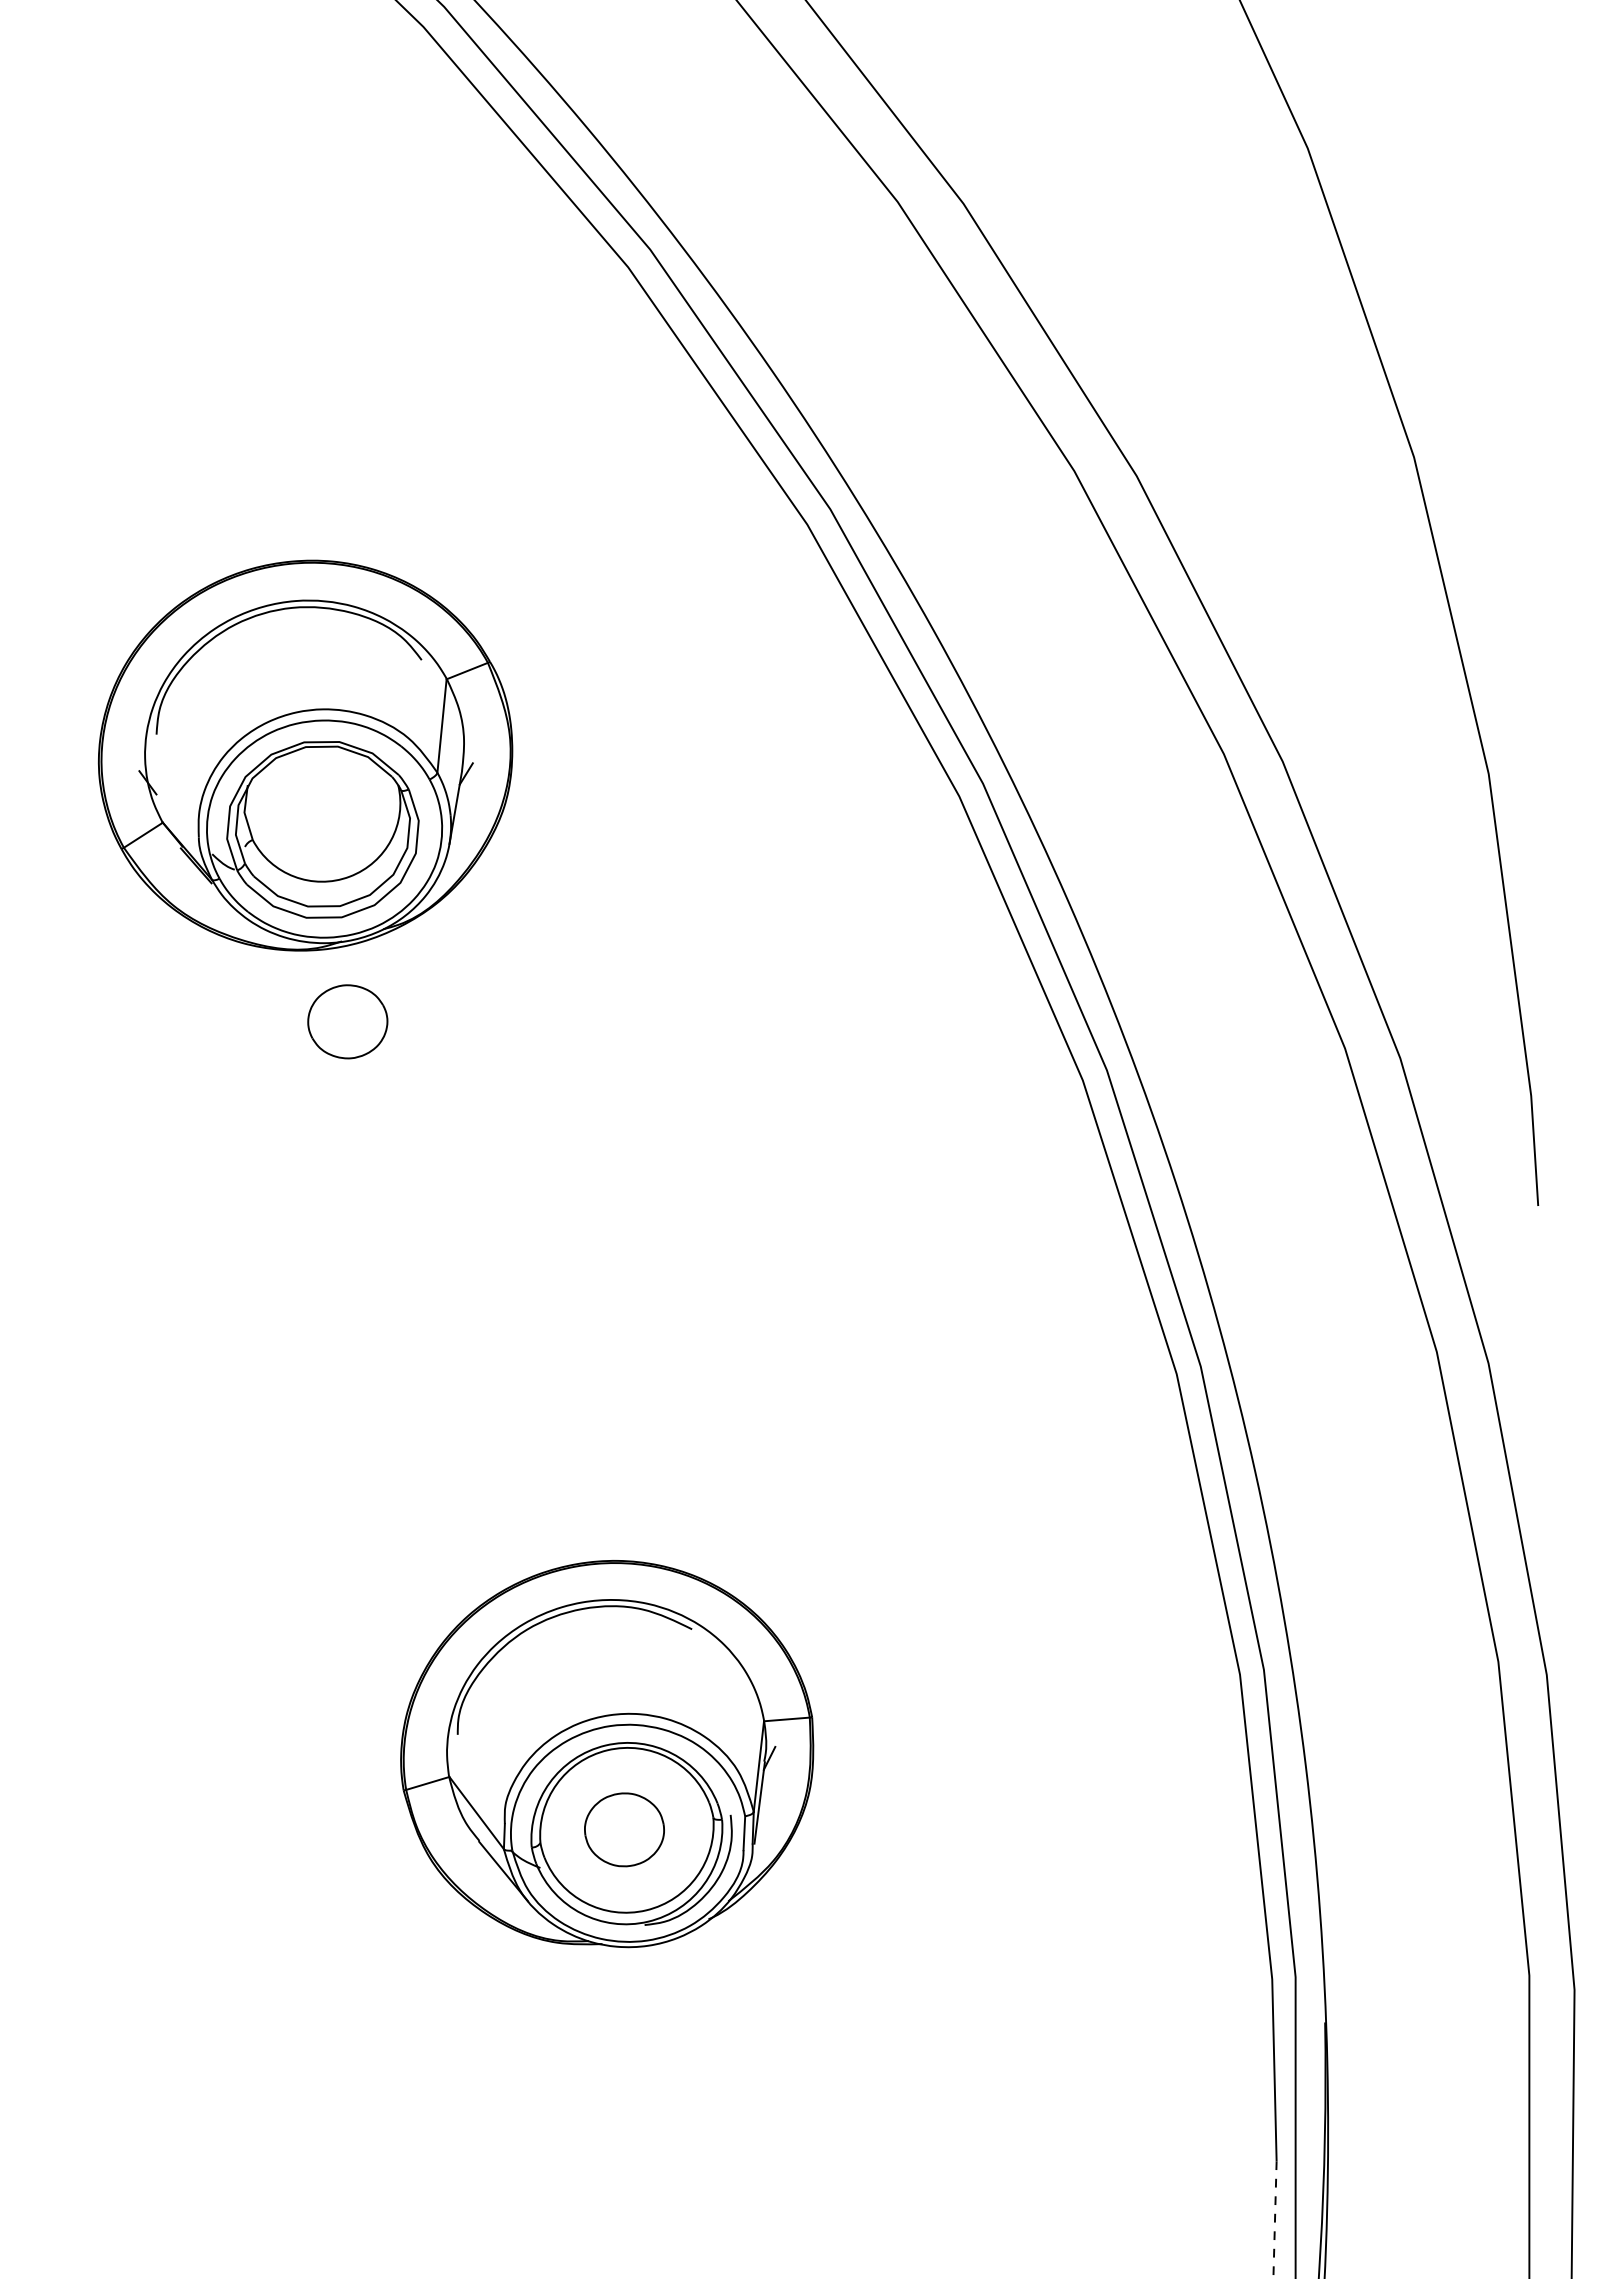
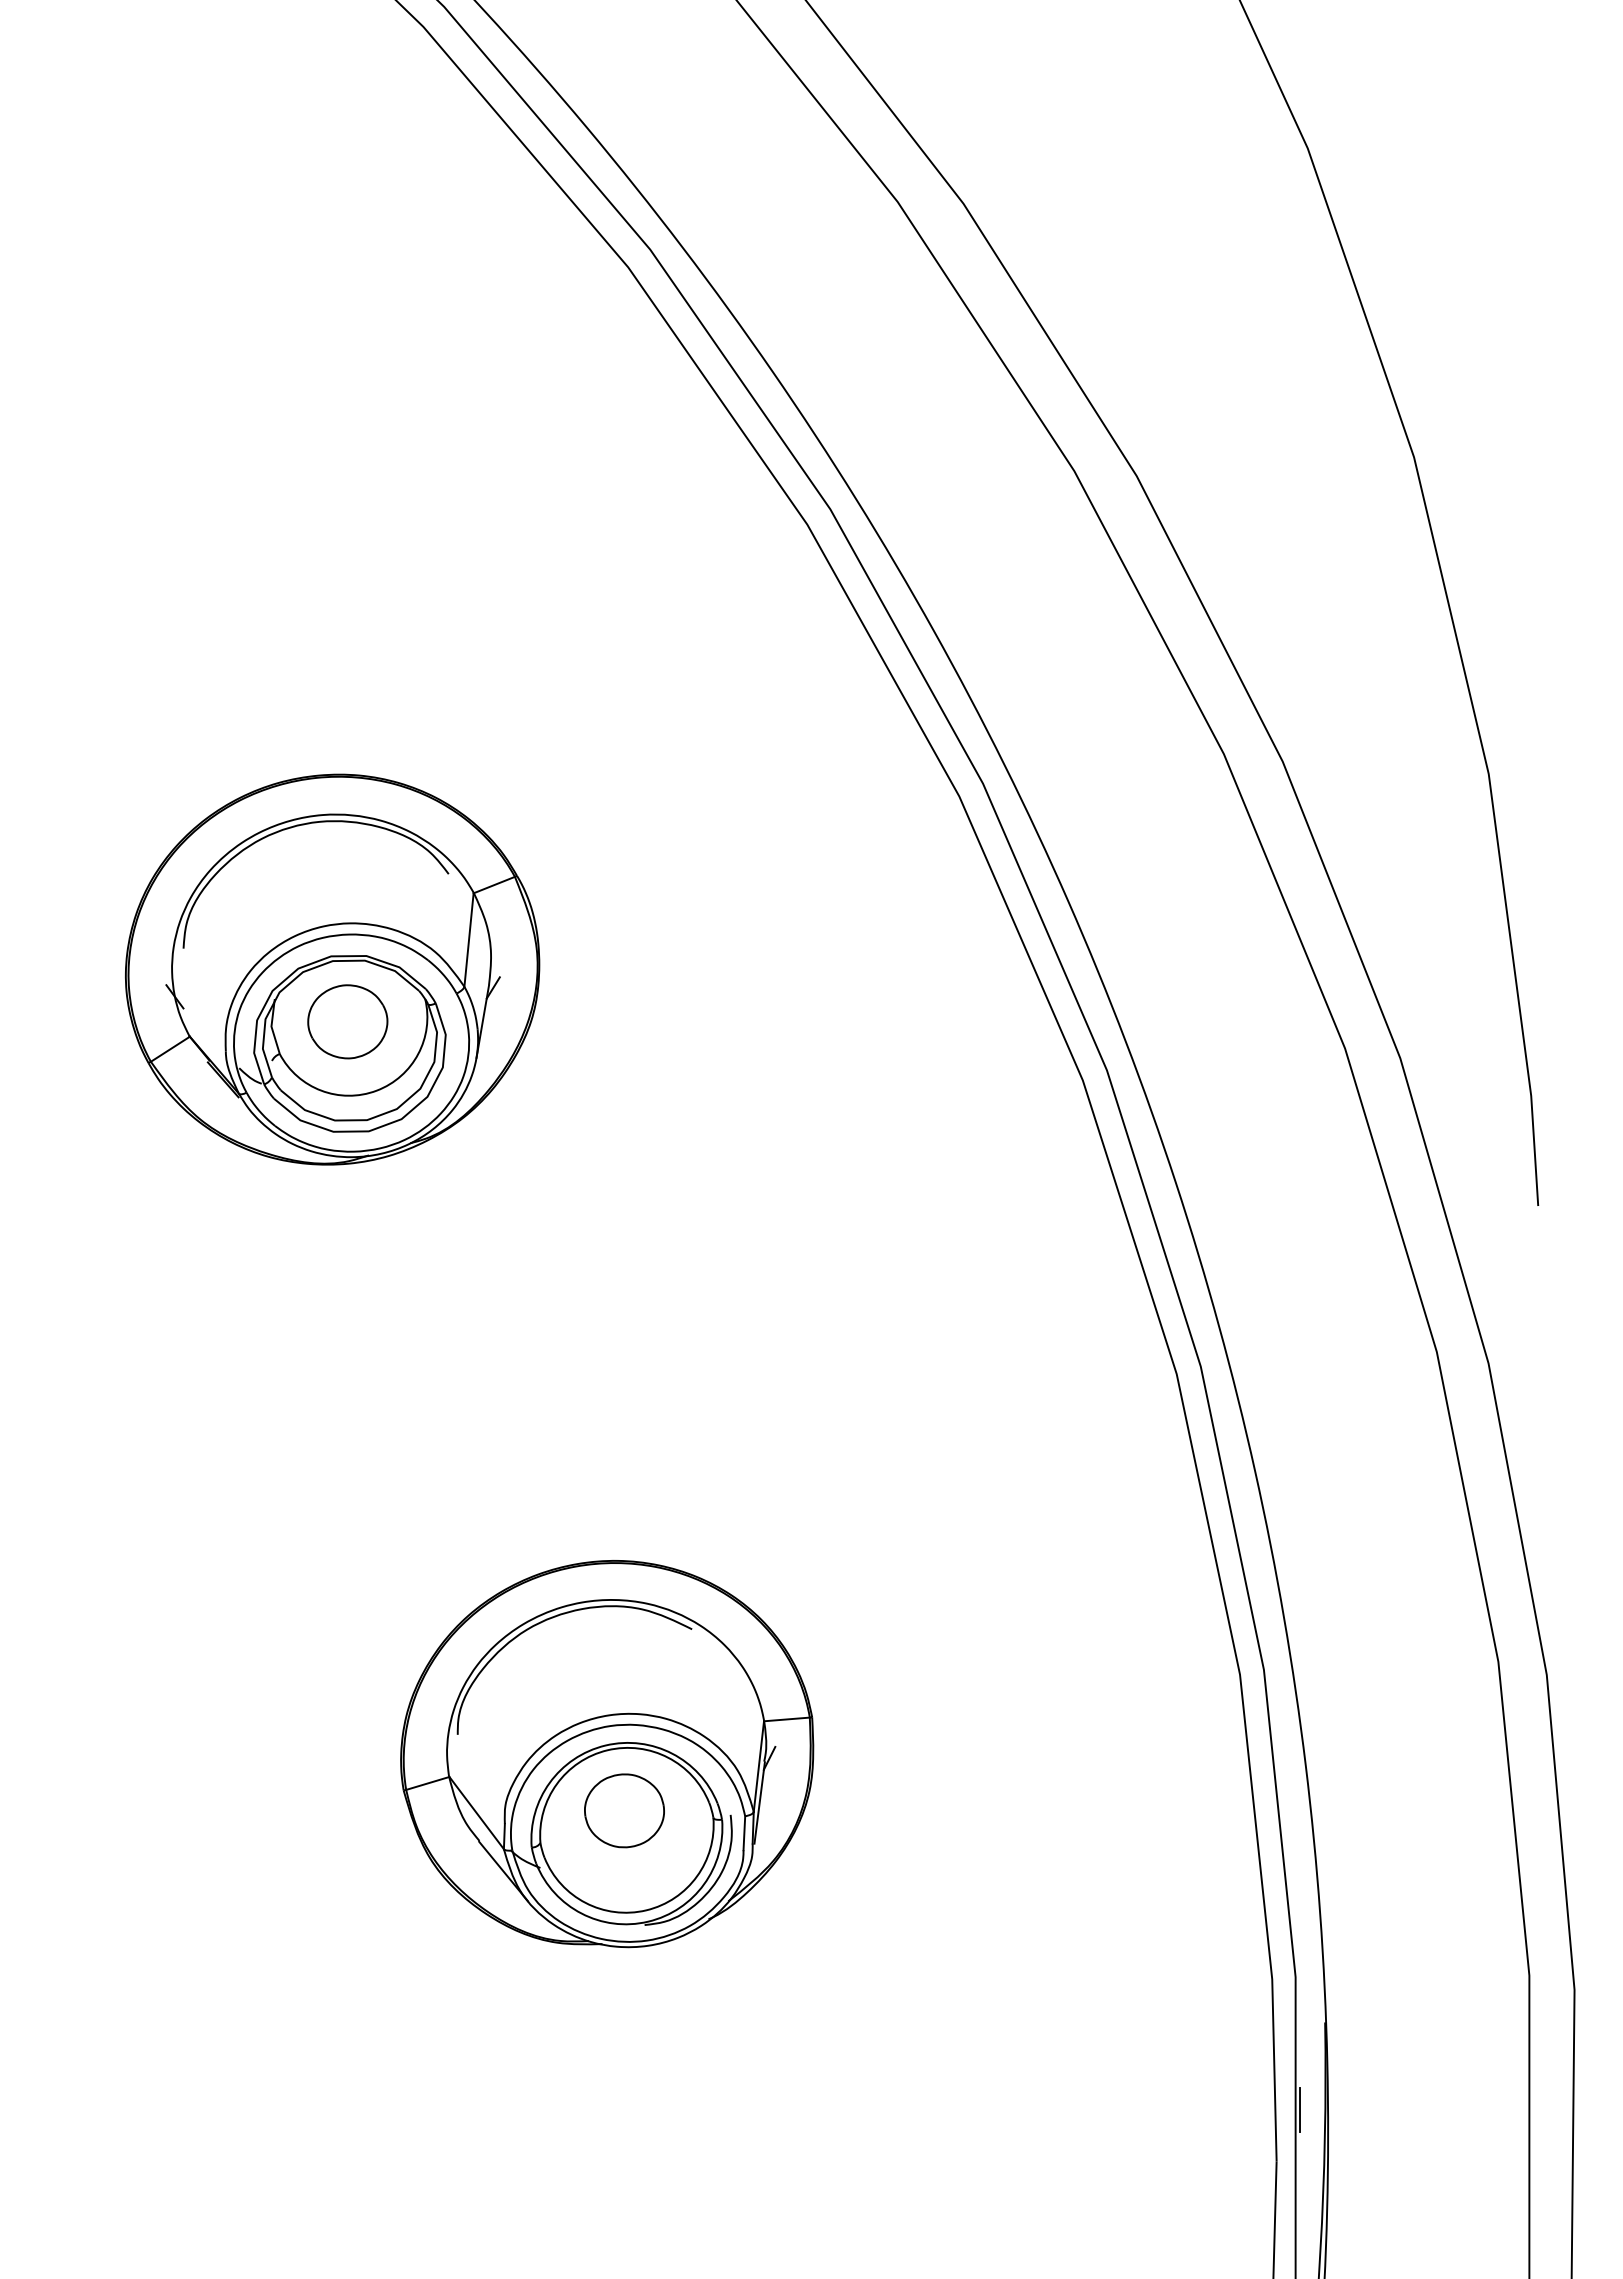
part at (305, 755) position: (305, 755) -> (332, 969)
part at (624, 1829) position: (624, 1829) -> (624, 1810)
line at (1299, 2109): none -> present
line at (1275, 2219): dashed -> solid
